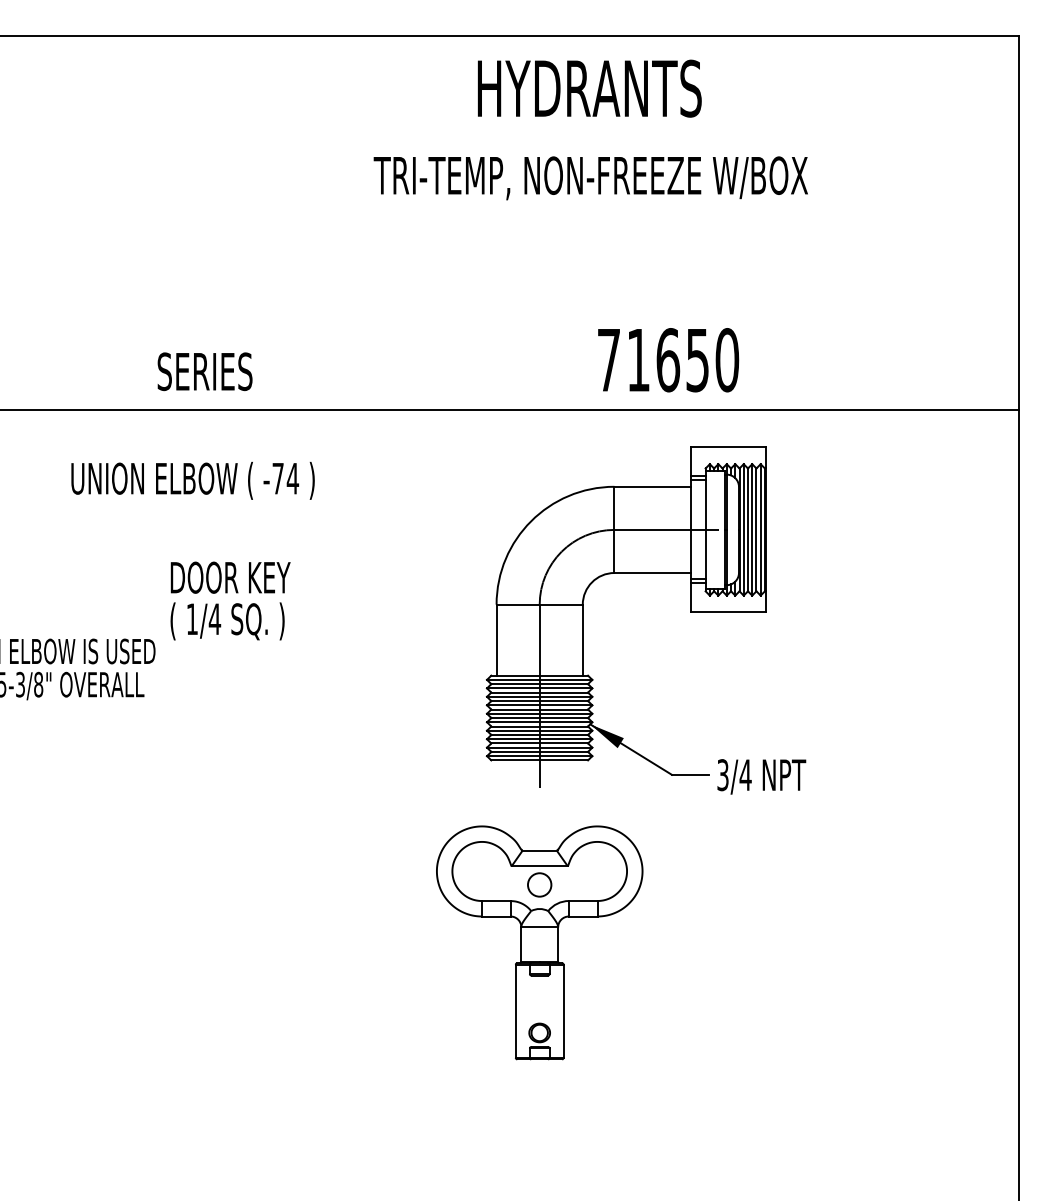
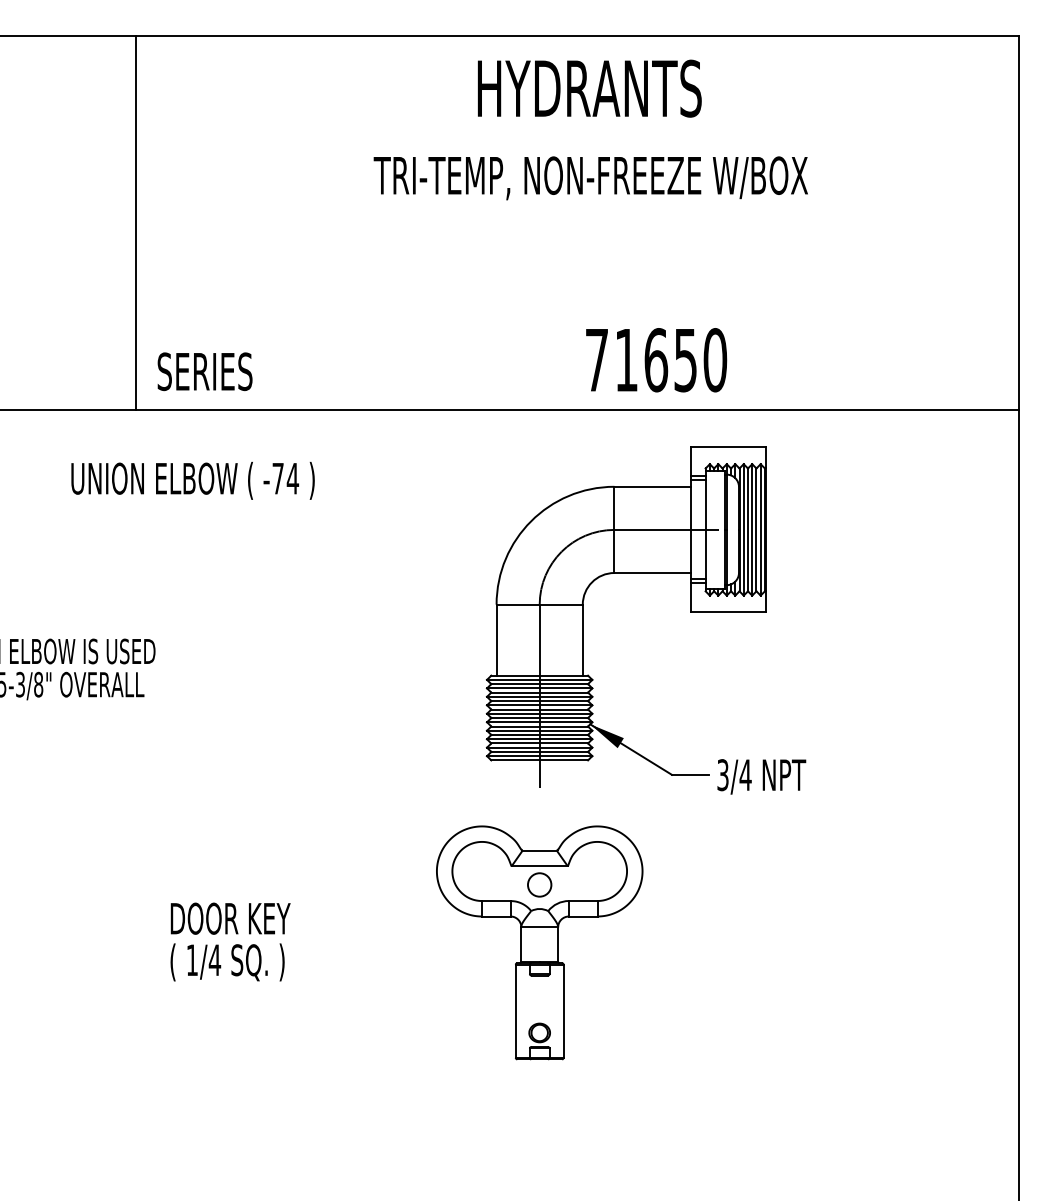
line at (135, 222): none -> present
text at (668, 360) position: (668, 360) -> (656, 360)
text at (230, 600) position: (230, 600) -> (230, 941)
